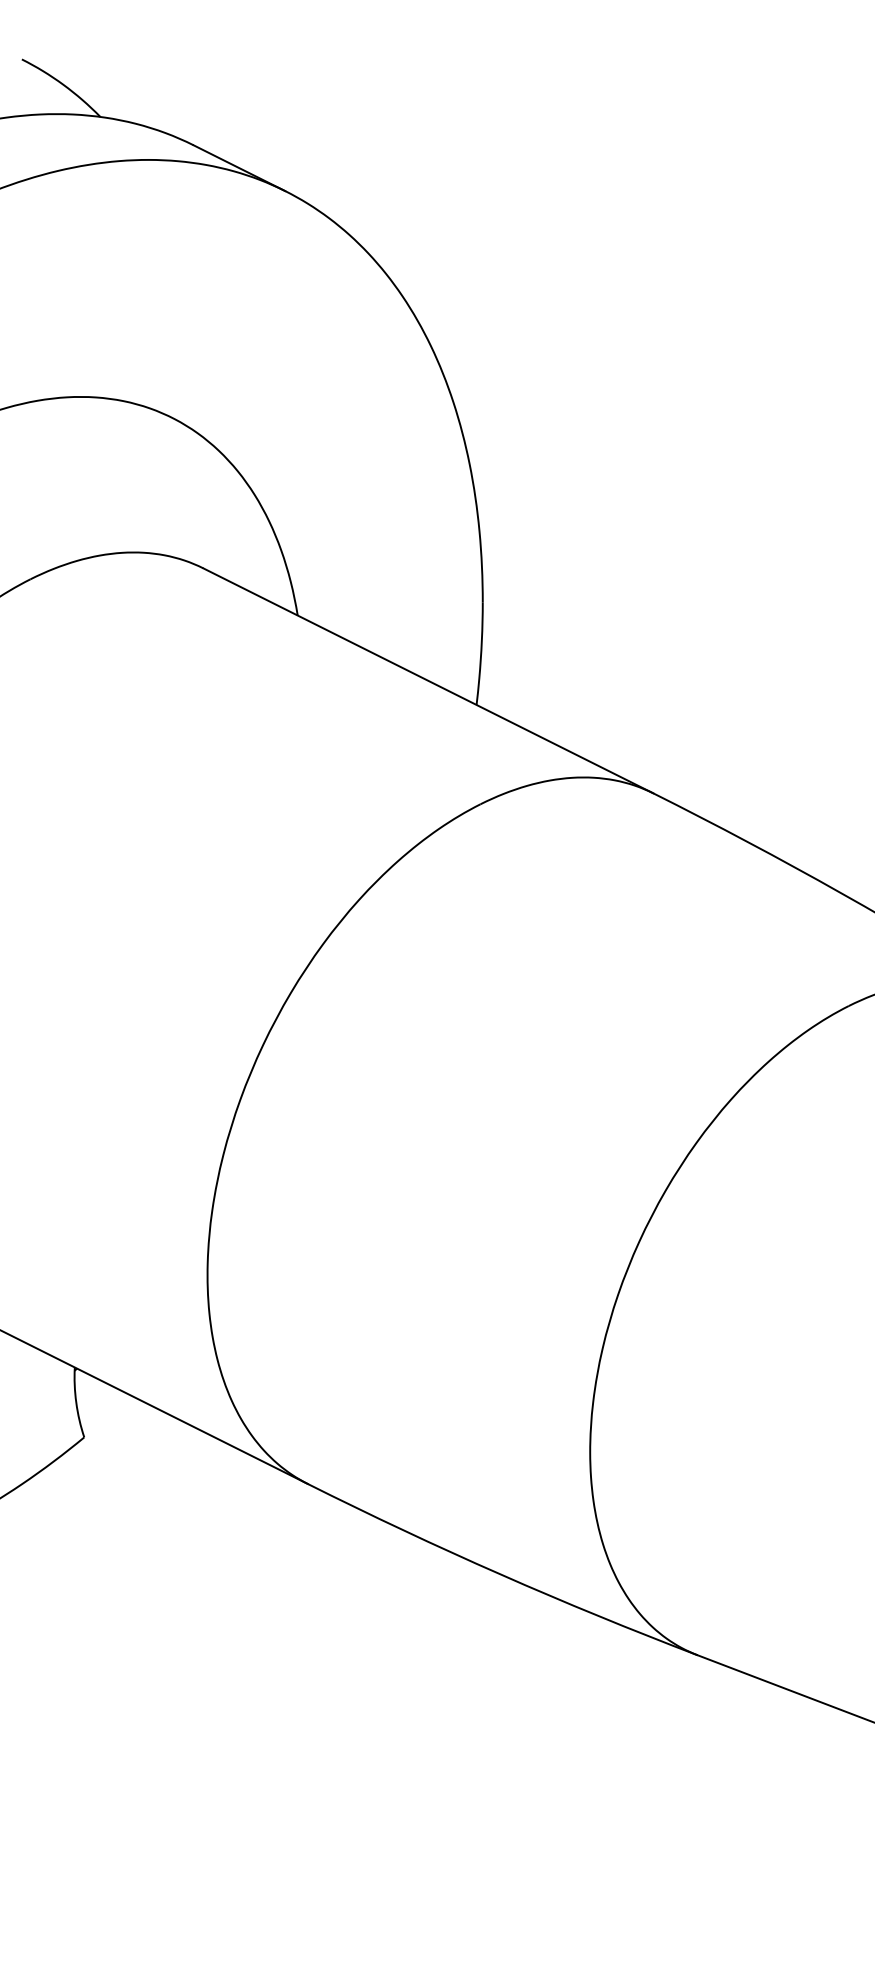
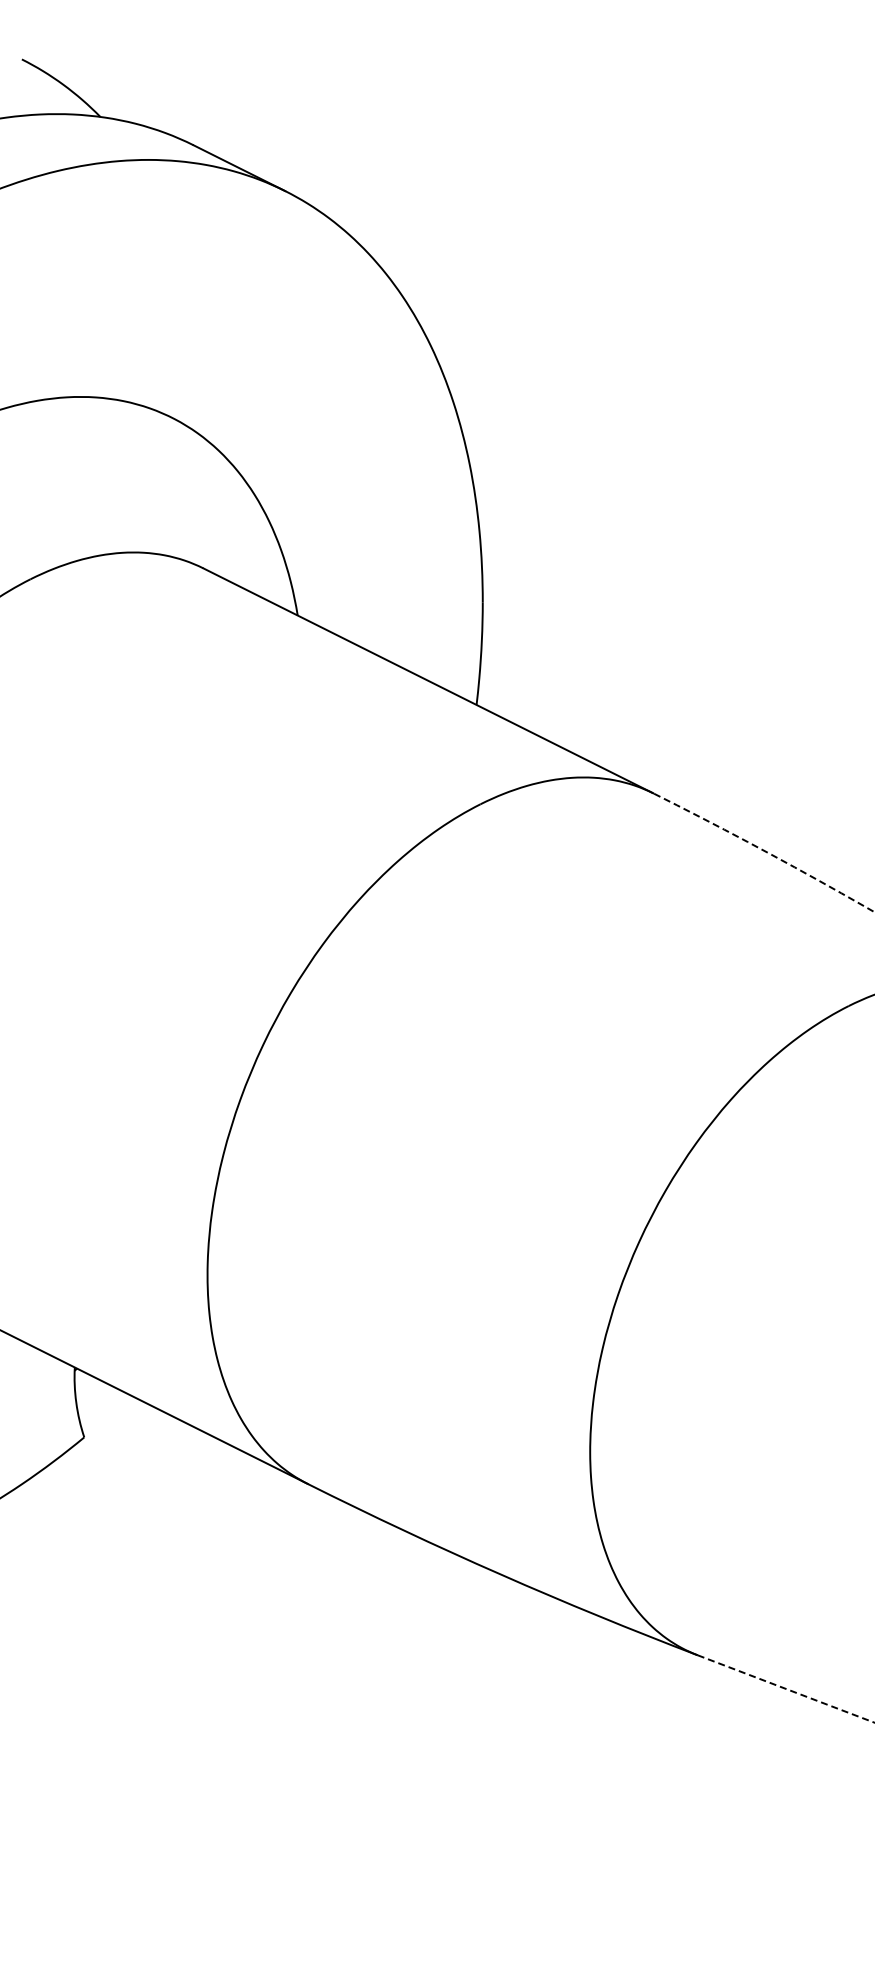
arc at (764, 851): solid -> dashed
line at (786, 1689): solid -> dashed
